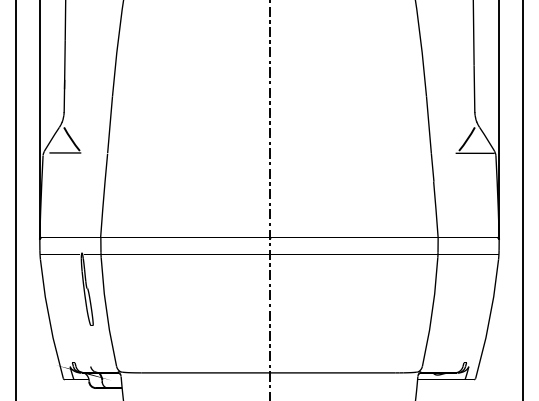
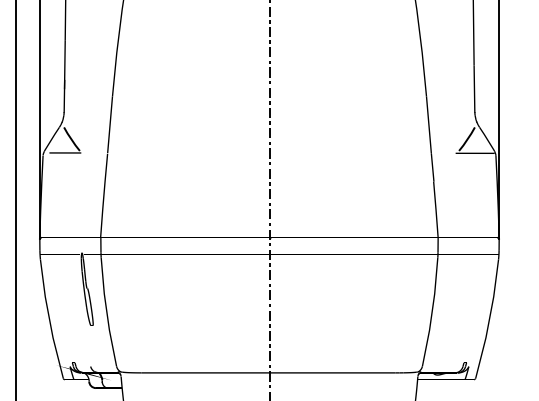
line at (522, 199): present -> none
